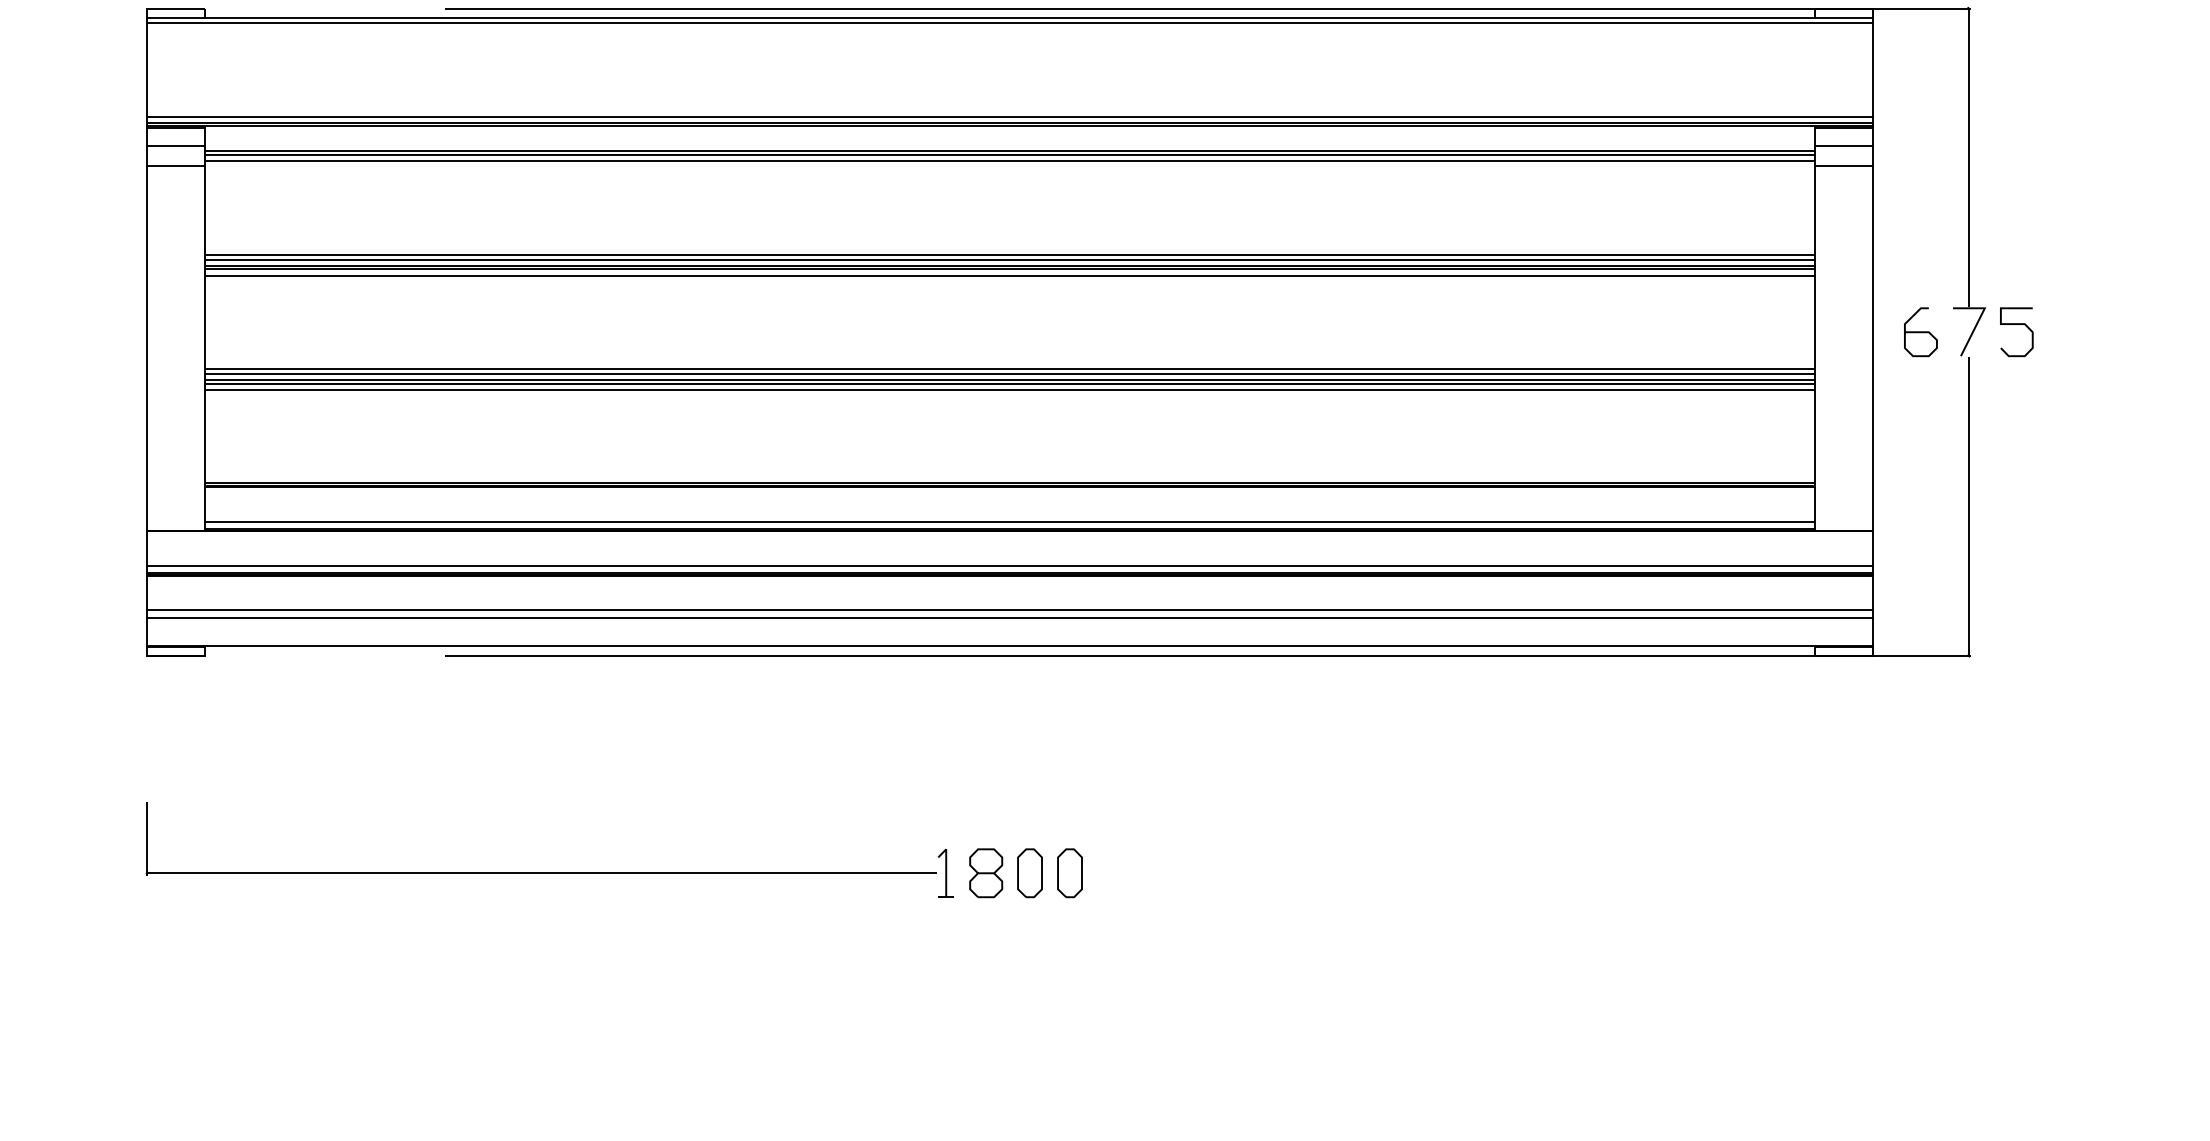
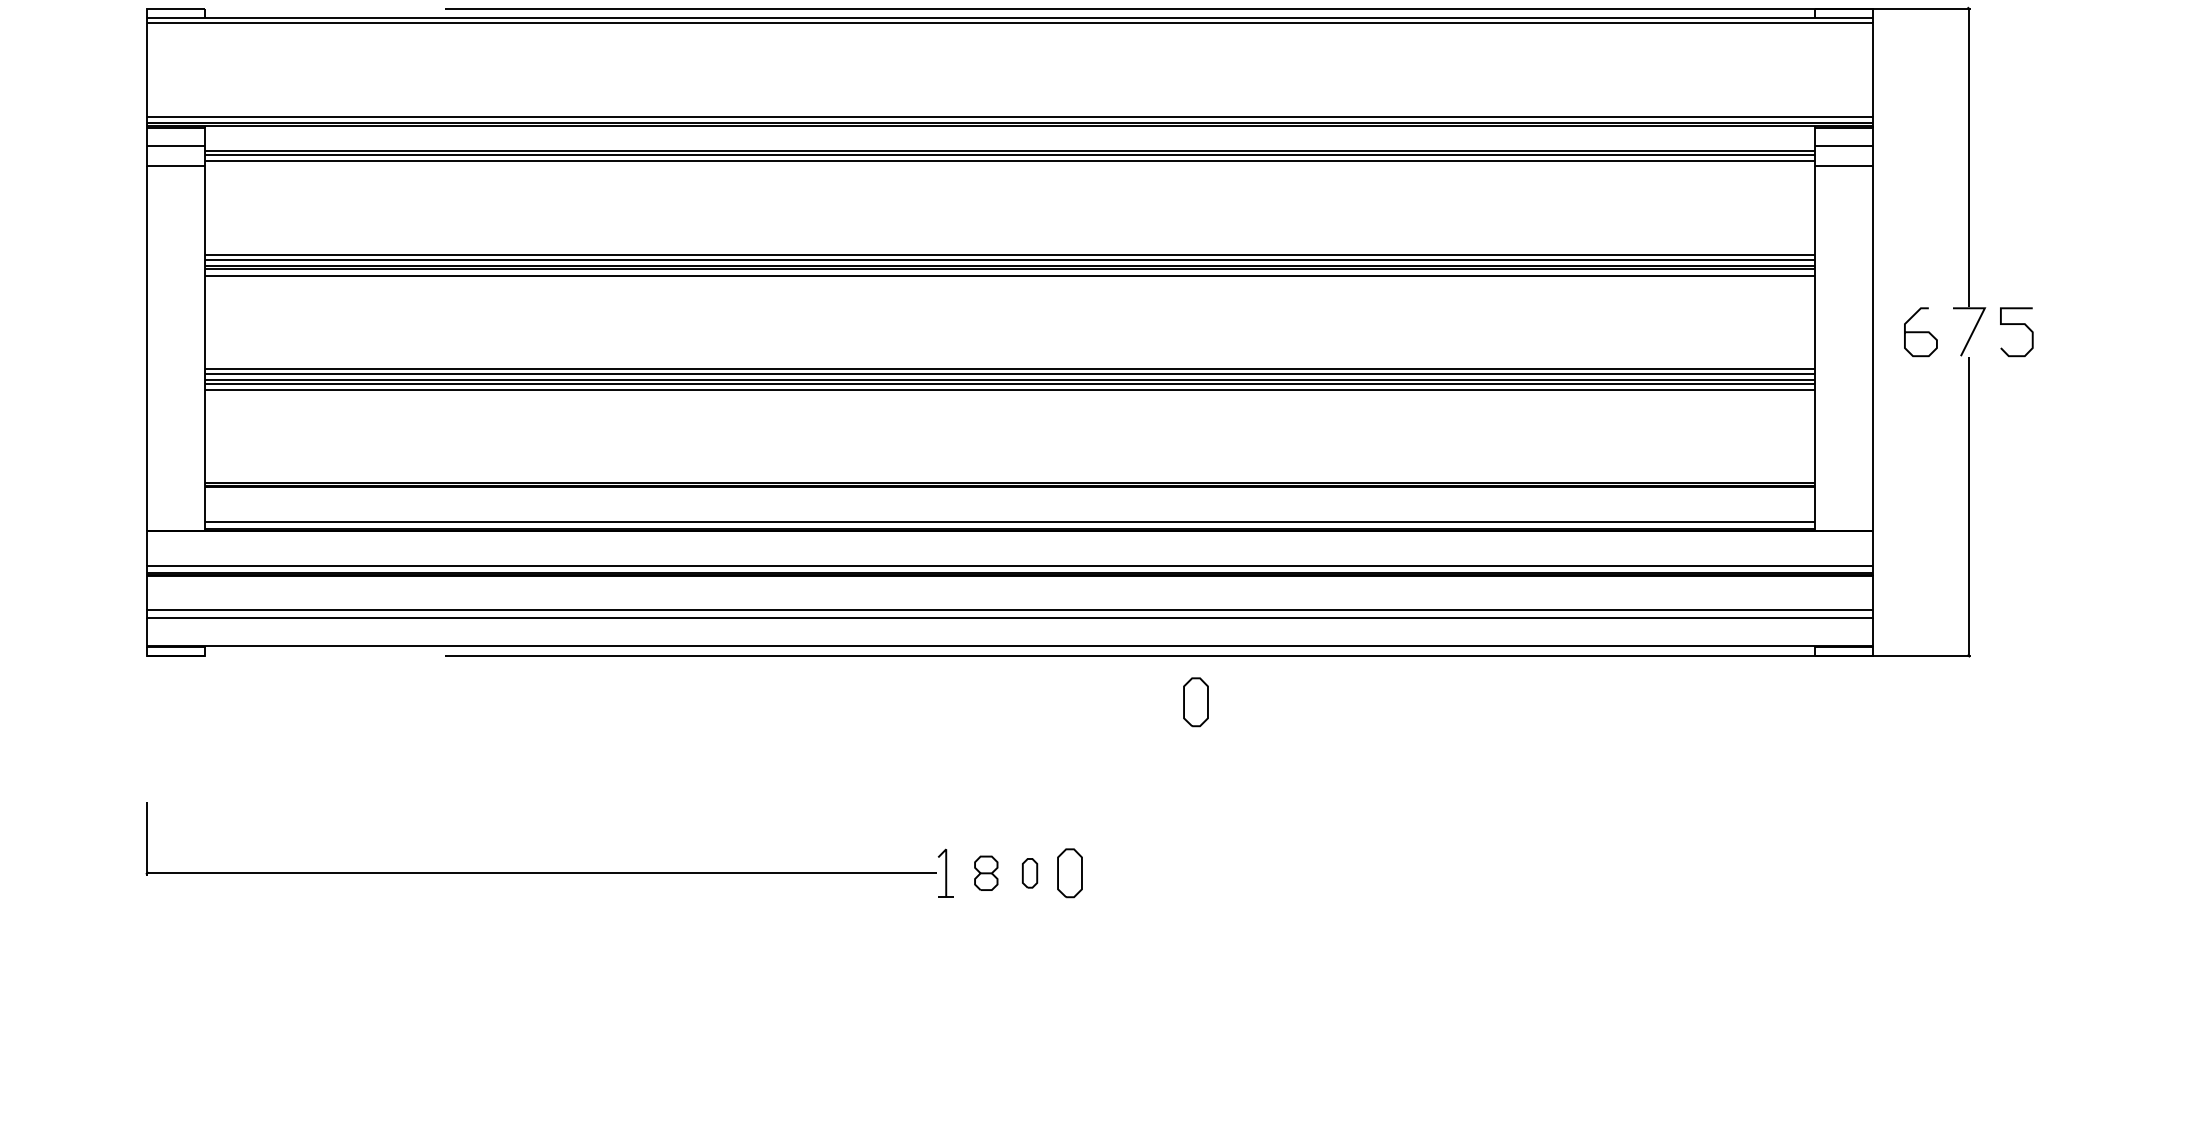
part at (1195, 702): none -> present
part at (986, 873) size: 35x51 px -> 25x36 px
part at (1029, 873) size: 26x51 px -> 17x31 px
